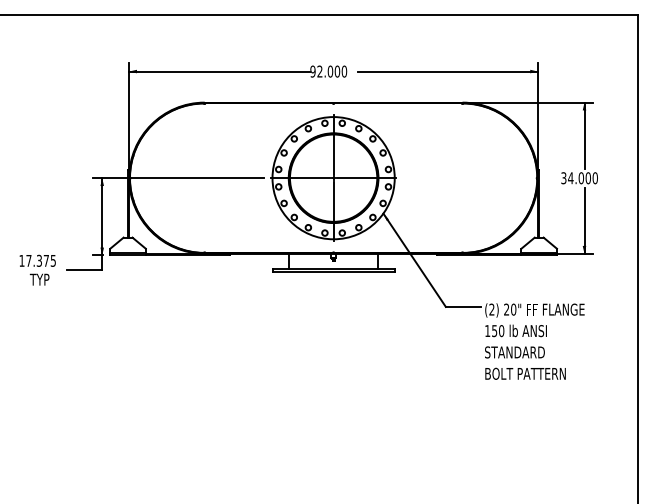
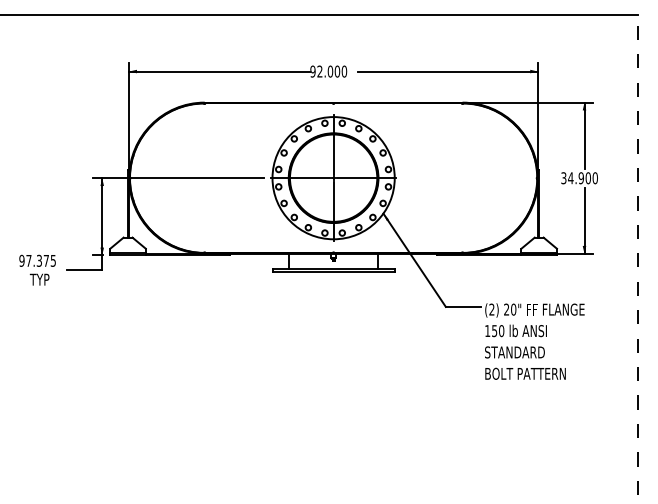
text at (580, 178): 34.000 -> 34.900
line at (638, 259): solid -> dashed
text at (21, 260): 17.375 -> 97.375
